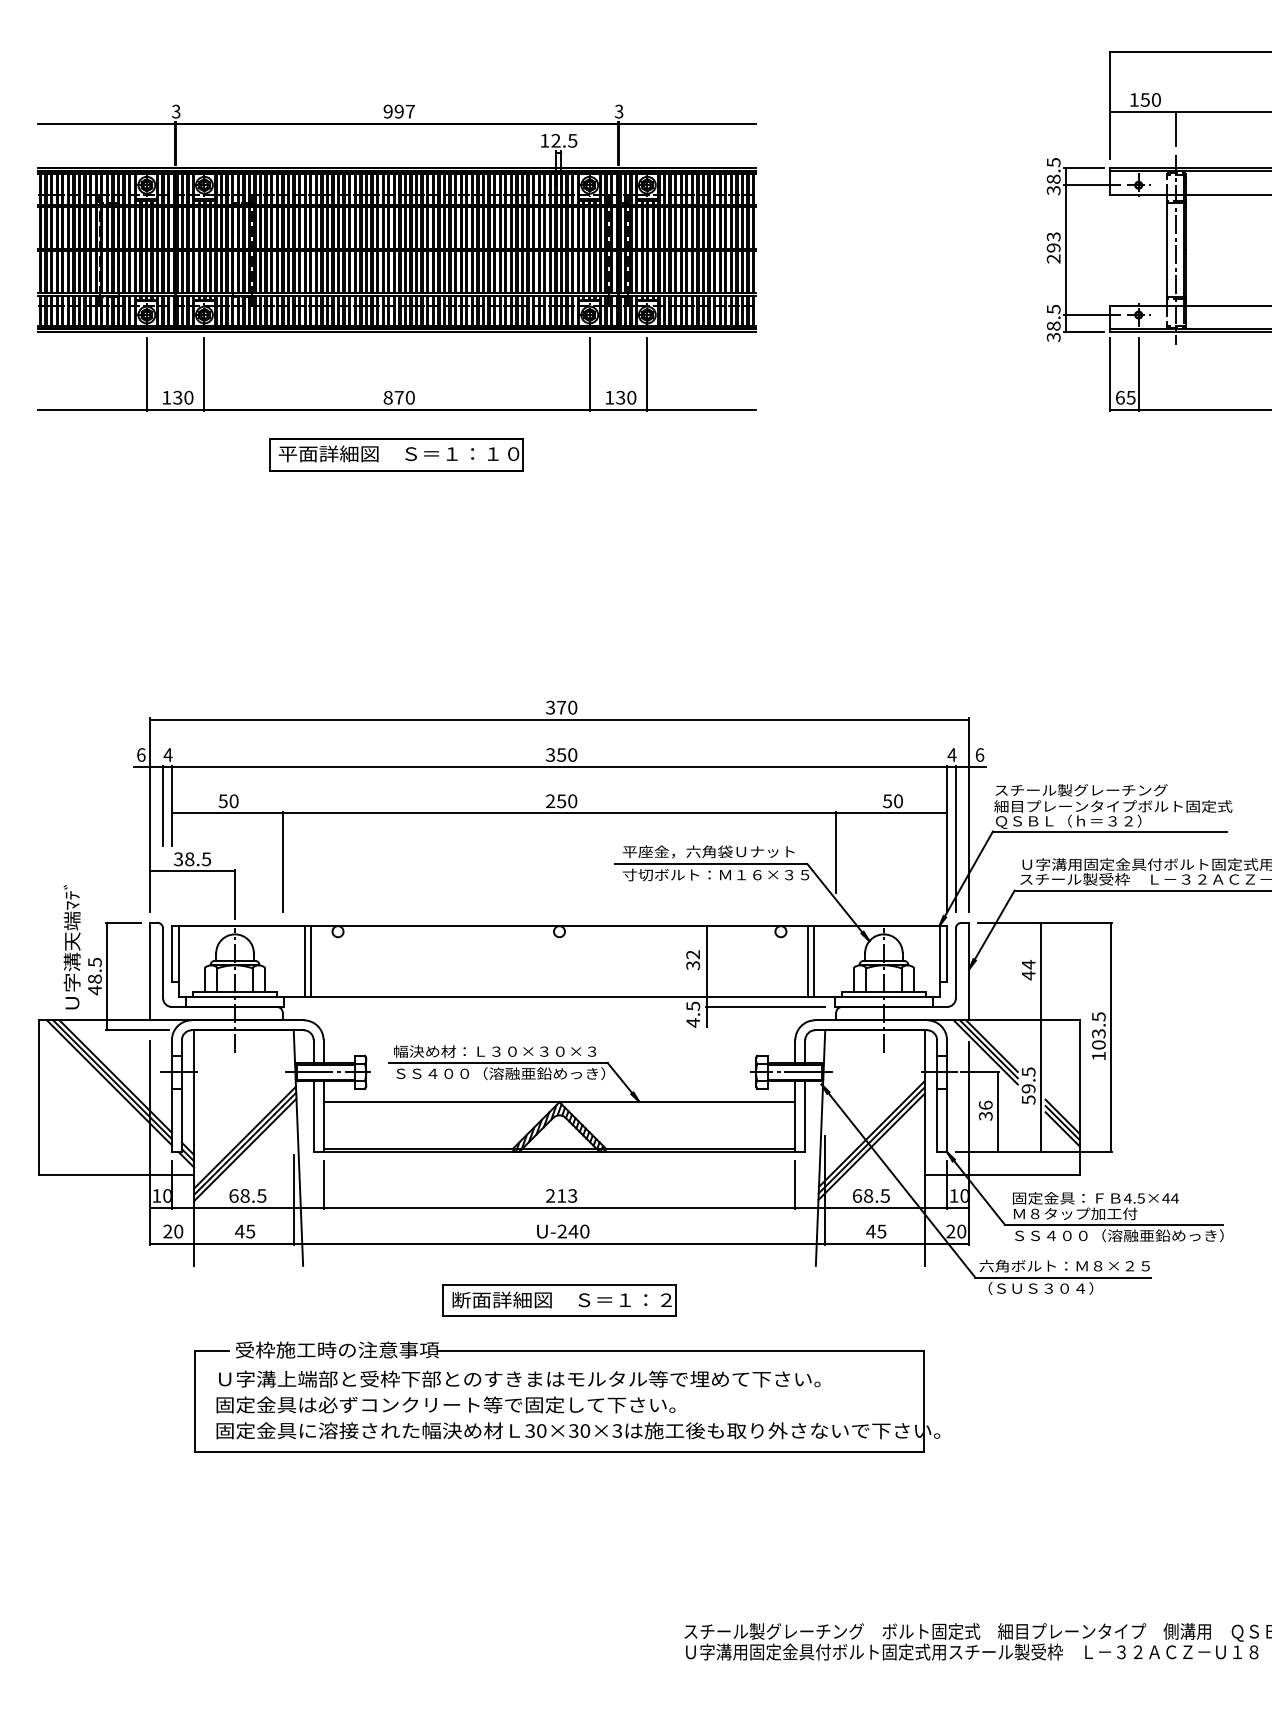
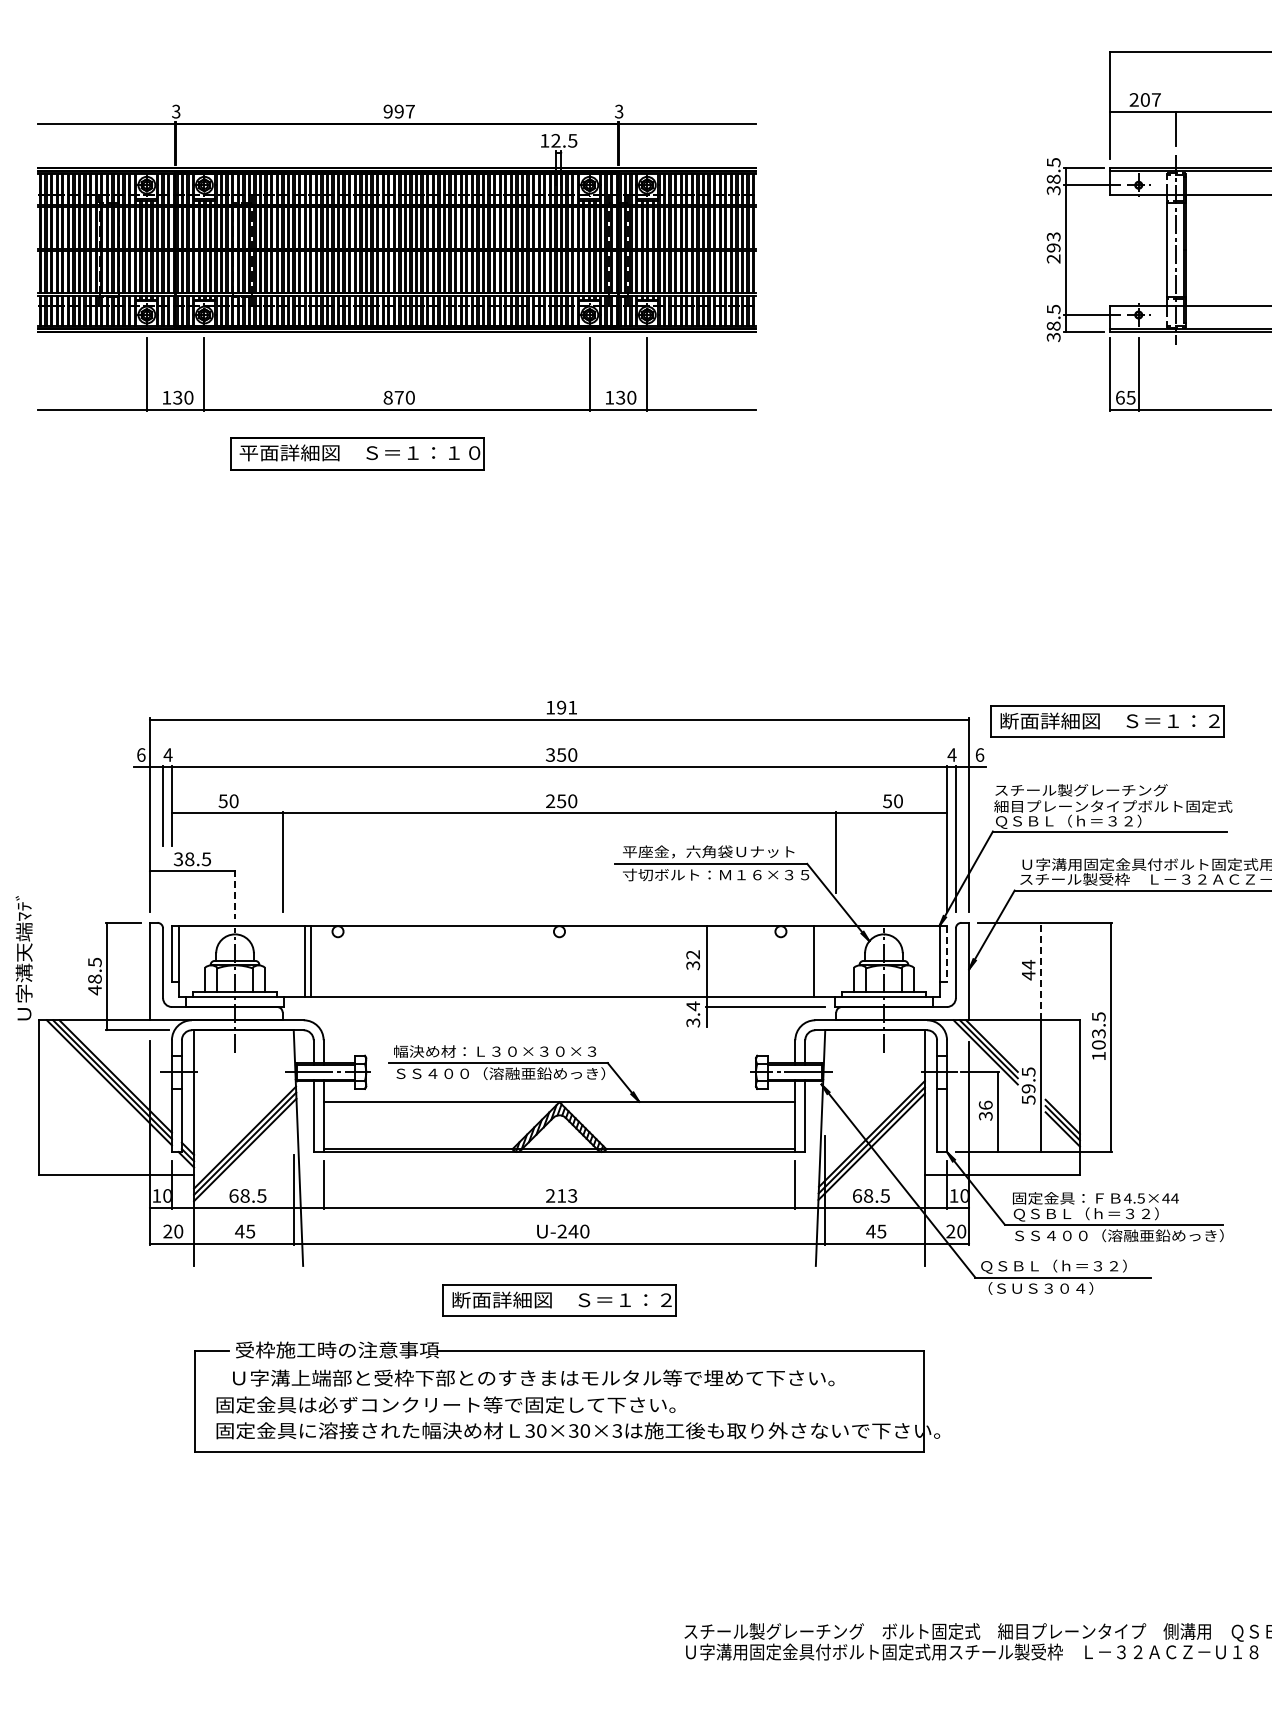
text at (1144, 99): 150 -> 207
part at (396, 454) position: (396, 454) -> (357, 453)
text at (561, 707): 370 -> 191
part at (1107, 721): none -> present
line at (235, 894): solid -> dashed
text at (71, 947) position: (71, 947) -> (23, 958)
line at (947, 953): solid -> dashed
line at (807, 961): present -> none
line at (1040, 971): solid -> dashed
text at (693, 1014): 4.5 -> 3.4
text at (1085, 1214): Ｍ８タップ加工付 -> ＱＳＢＬ（ｈ＝３２）
text at (1064, 1266): 六角ボルト：Ｍ８×２５ -> ＱＳＢＬ（ｈ＝３２）
text at (519, 1378) position: (519, 1378) -> (533, 1377)
